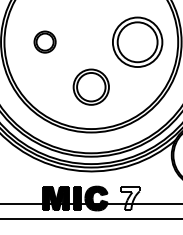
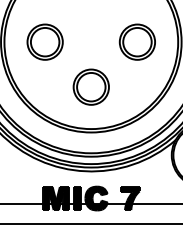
part at (44, 41) size: 24x24 px -> 38x38 px
part at (137, 41) size: 52x52 px -> 38x38 px
fill at (130, 198): none -> present
line at (90, 219) position: (90, 219) -> (90, 224)
